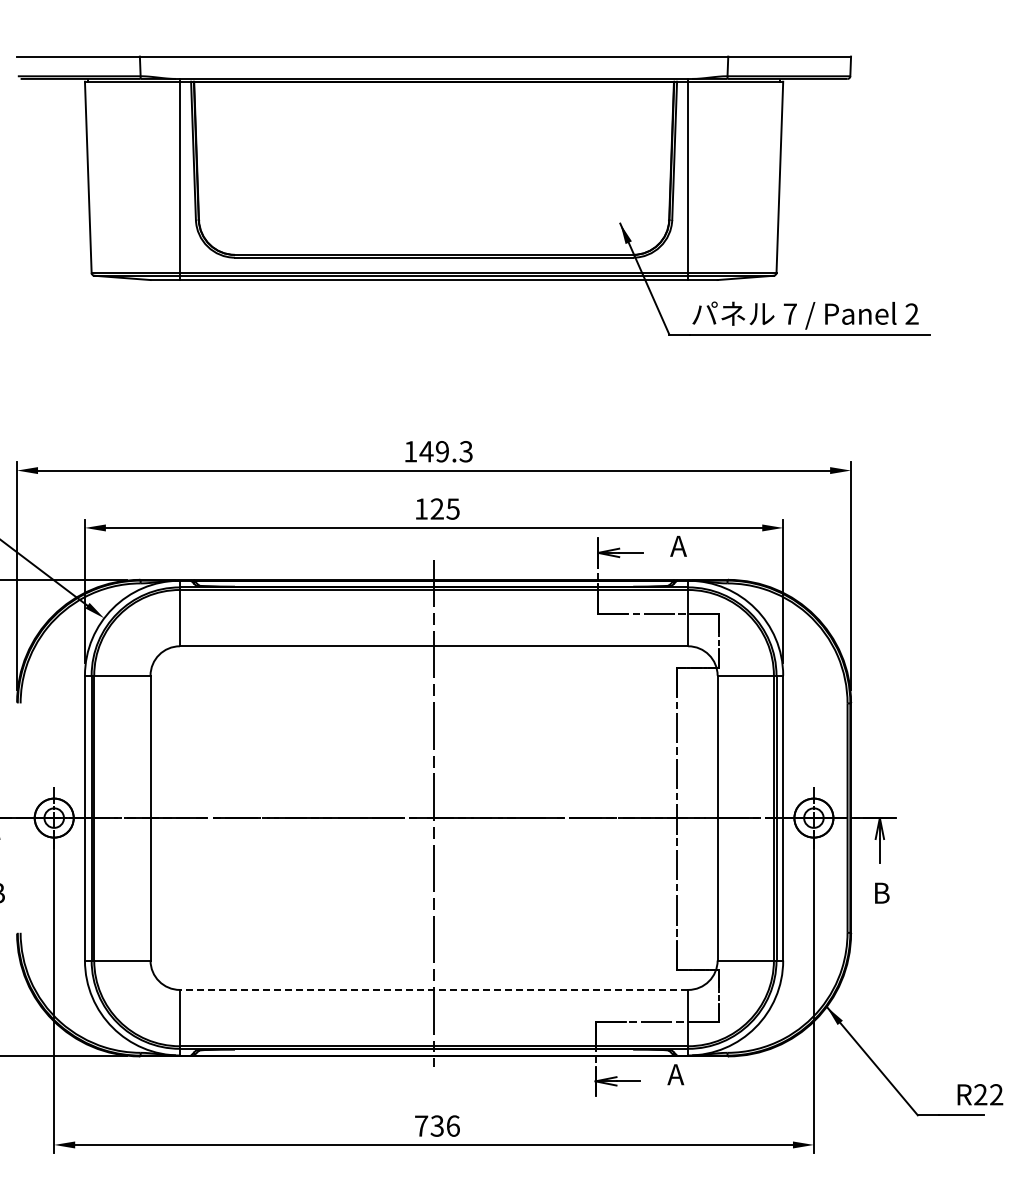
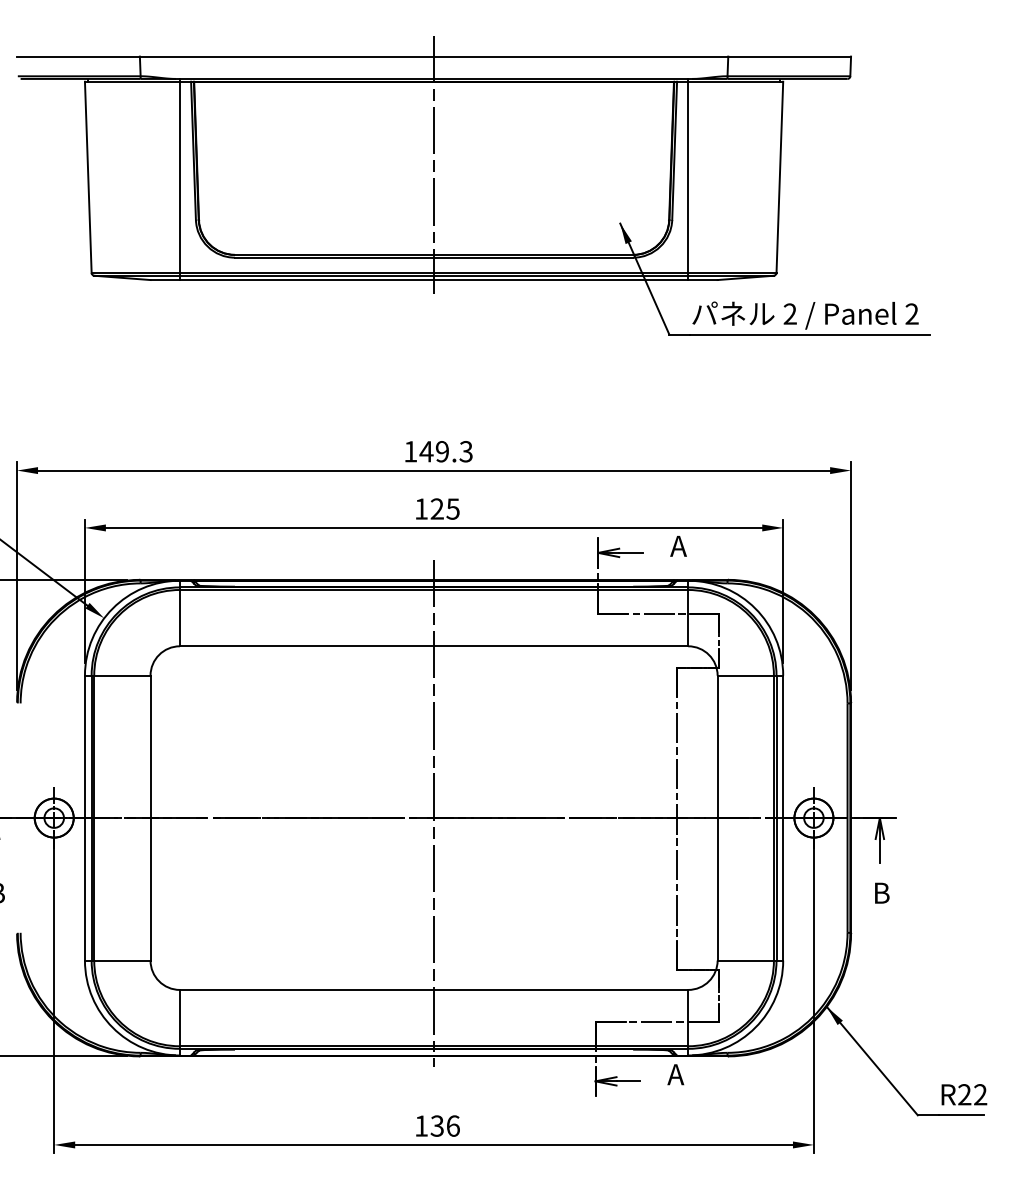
line at (434, 164): none -> present
text at (789, 313): 7 -> 2
line at (433, 989): dashed -> solid
text at (980, 1094) position: (980, 1094) -> (964, 1094)
text at (421, 1125): 736 -> 136
